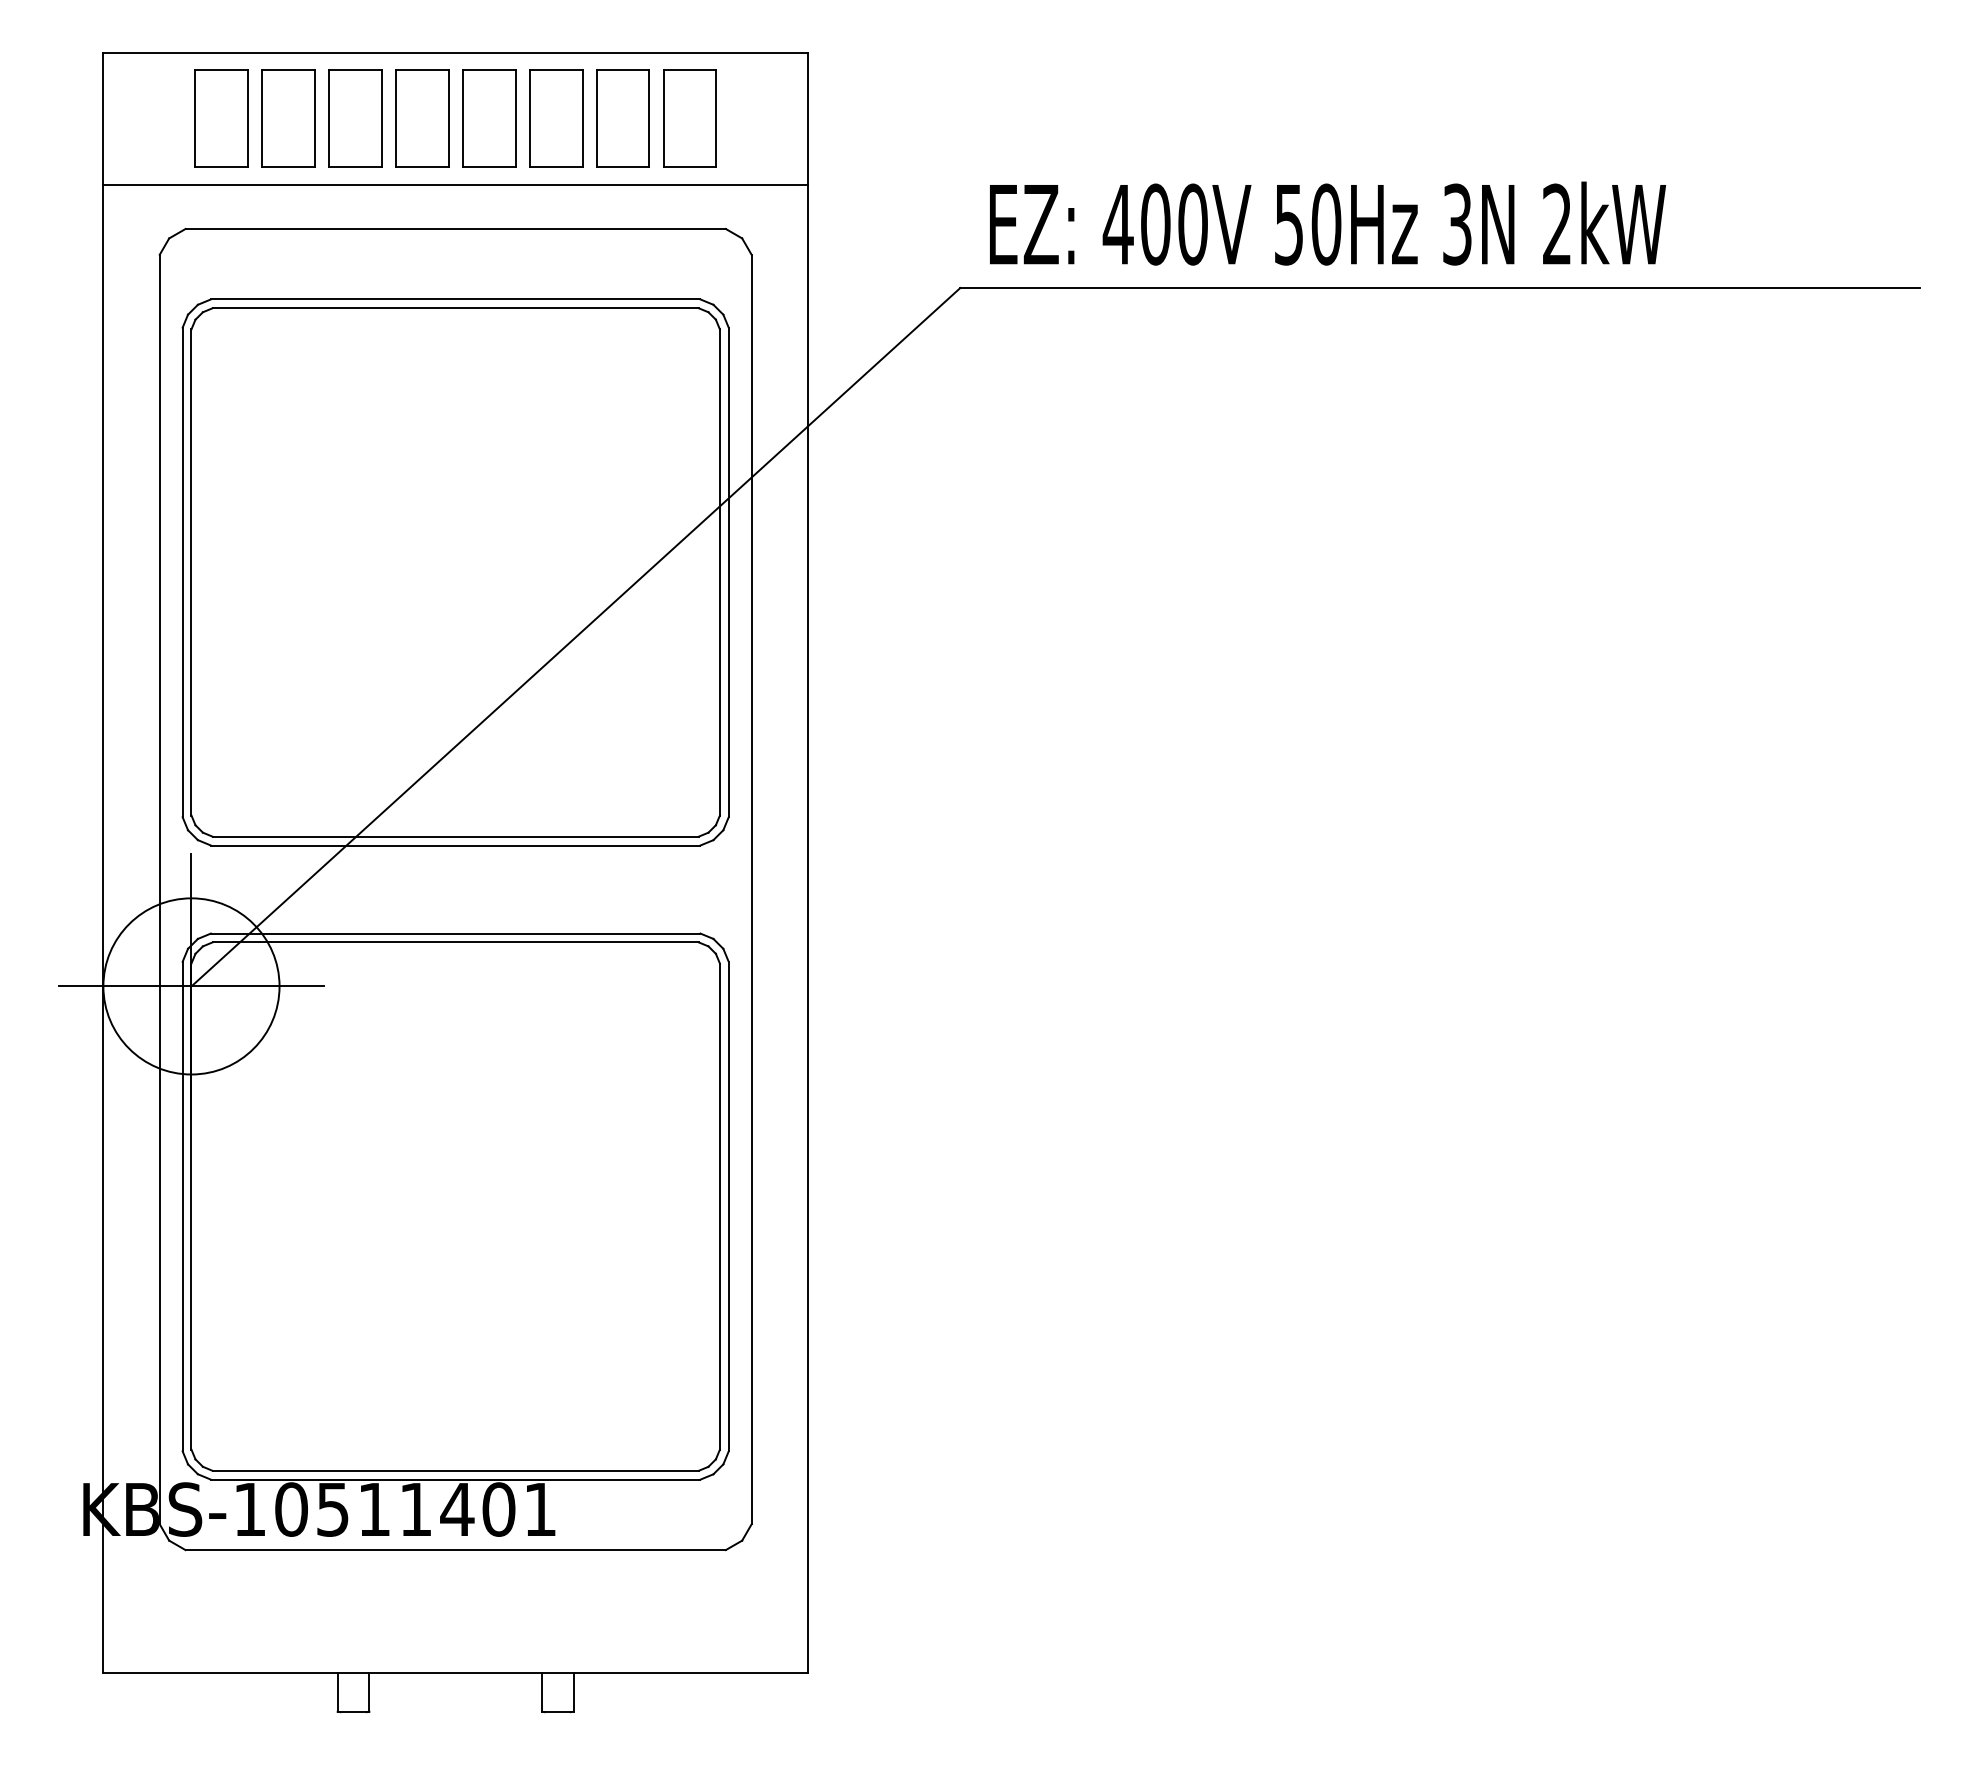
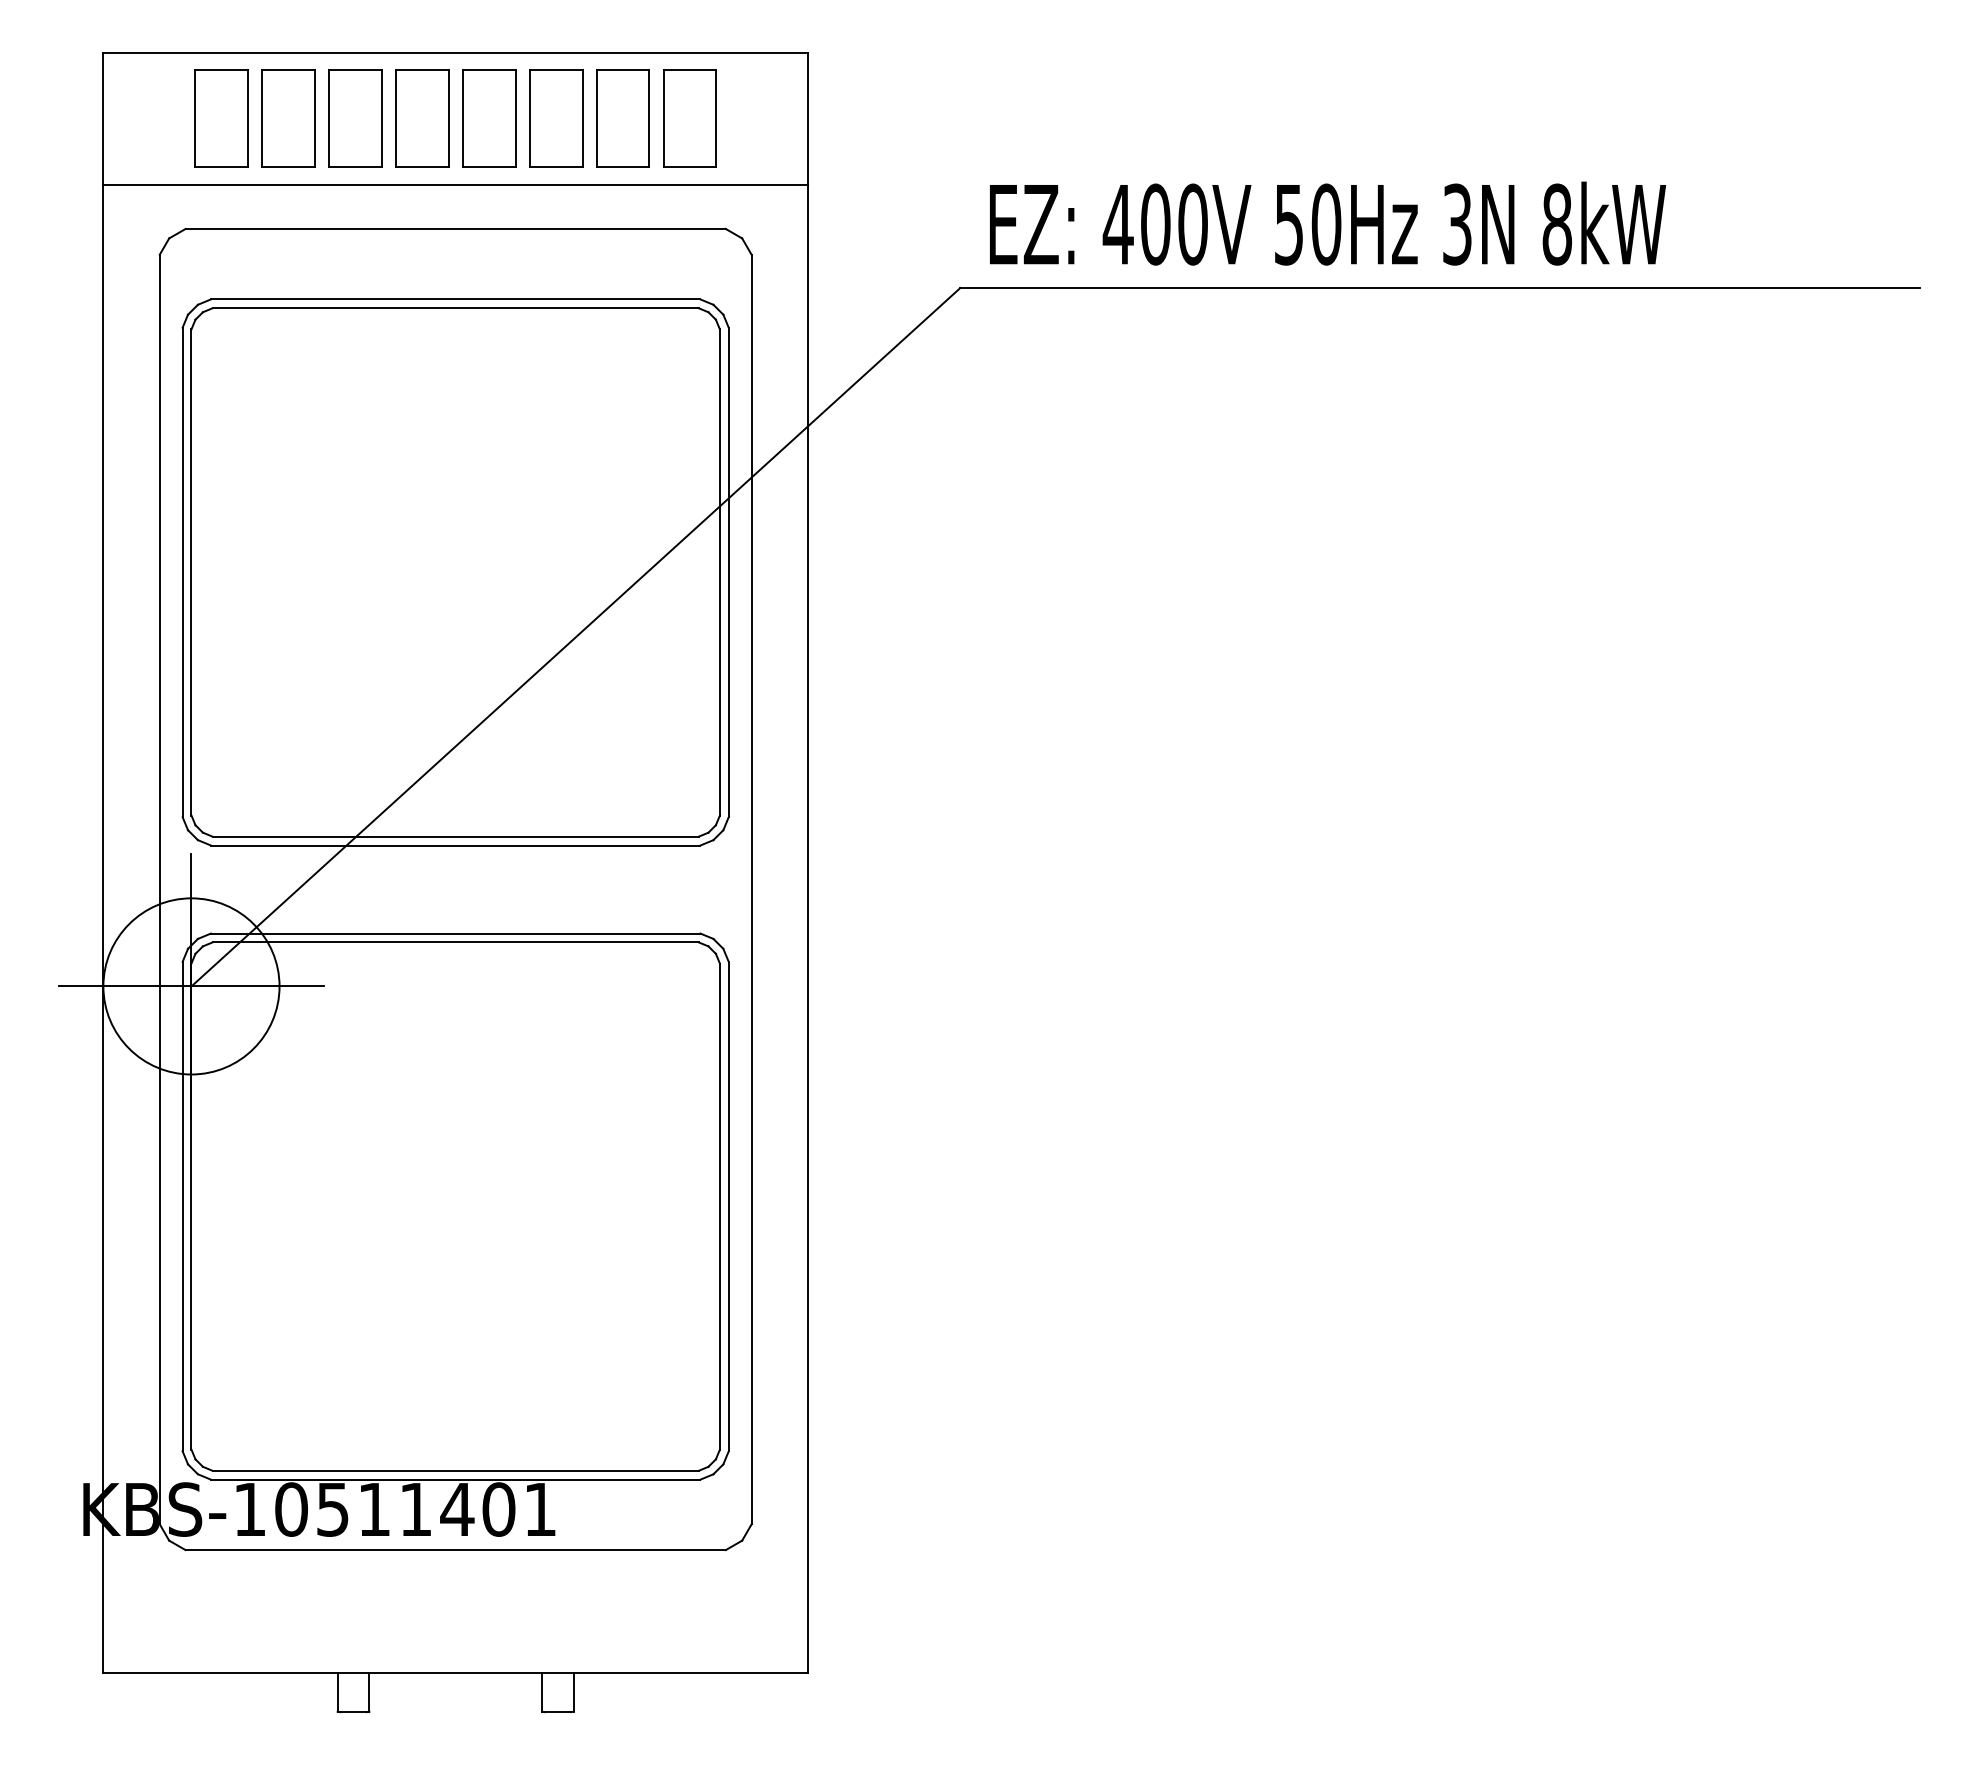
text at (1556, 224): 2kW -> 8kW
